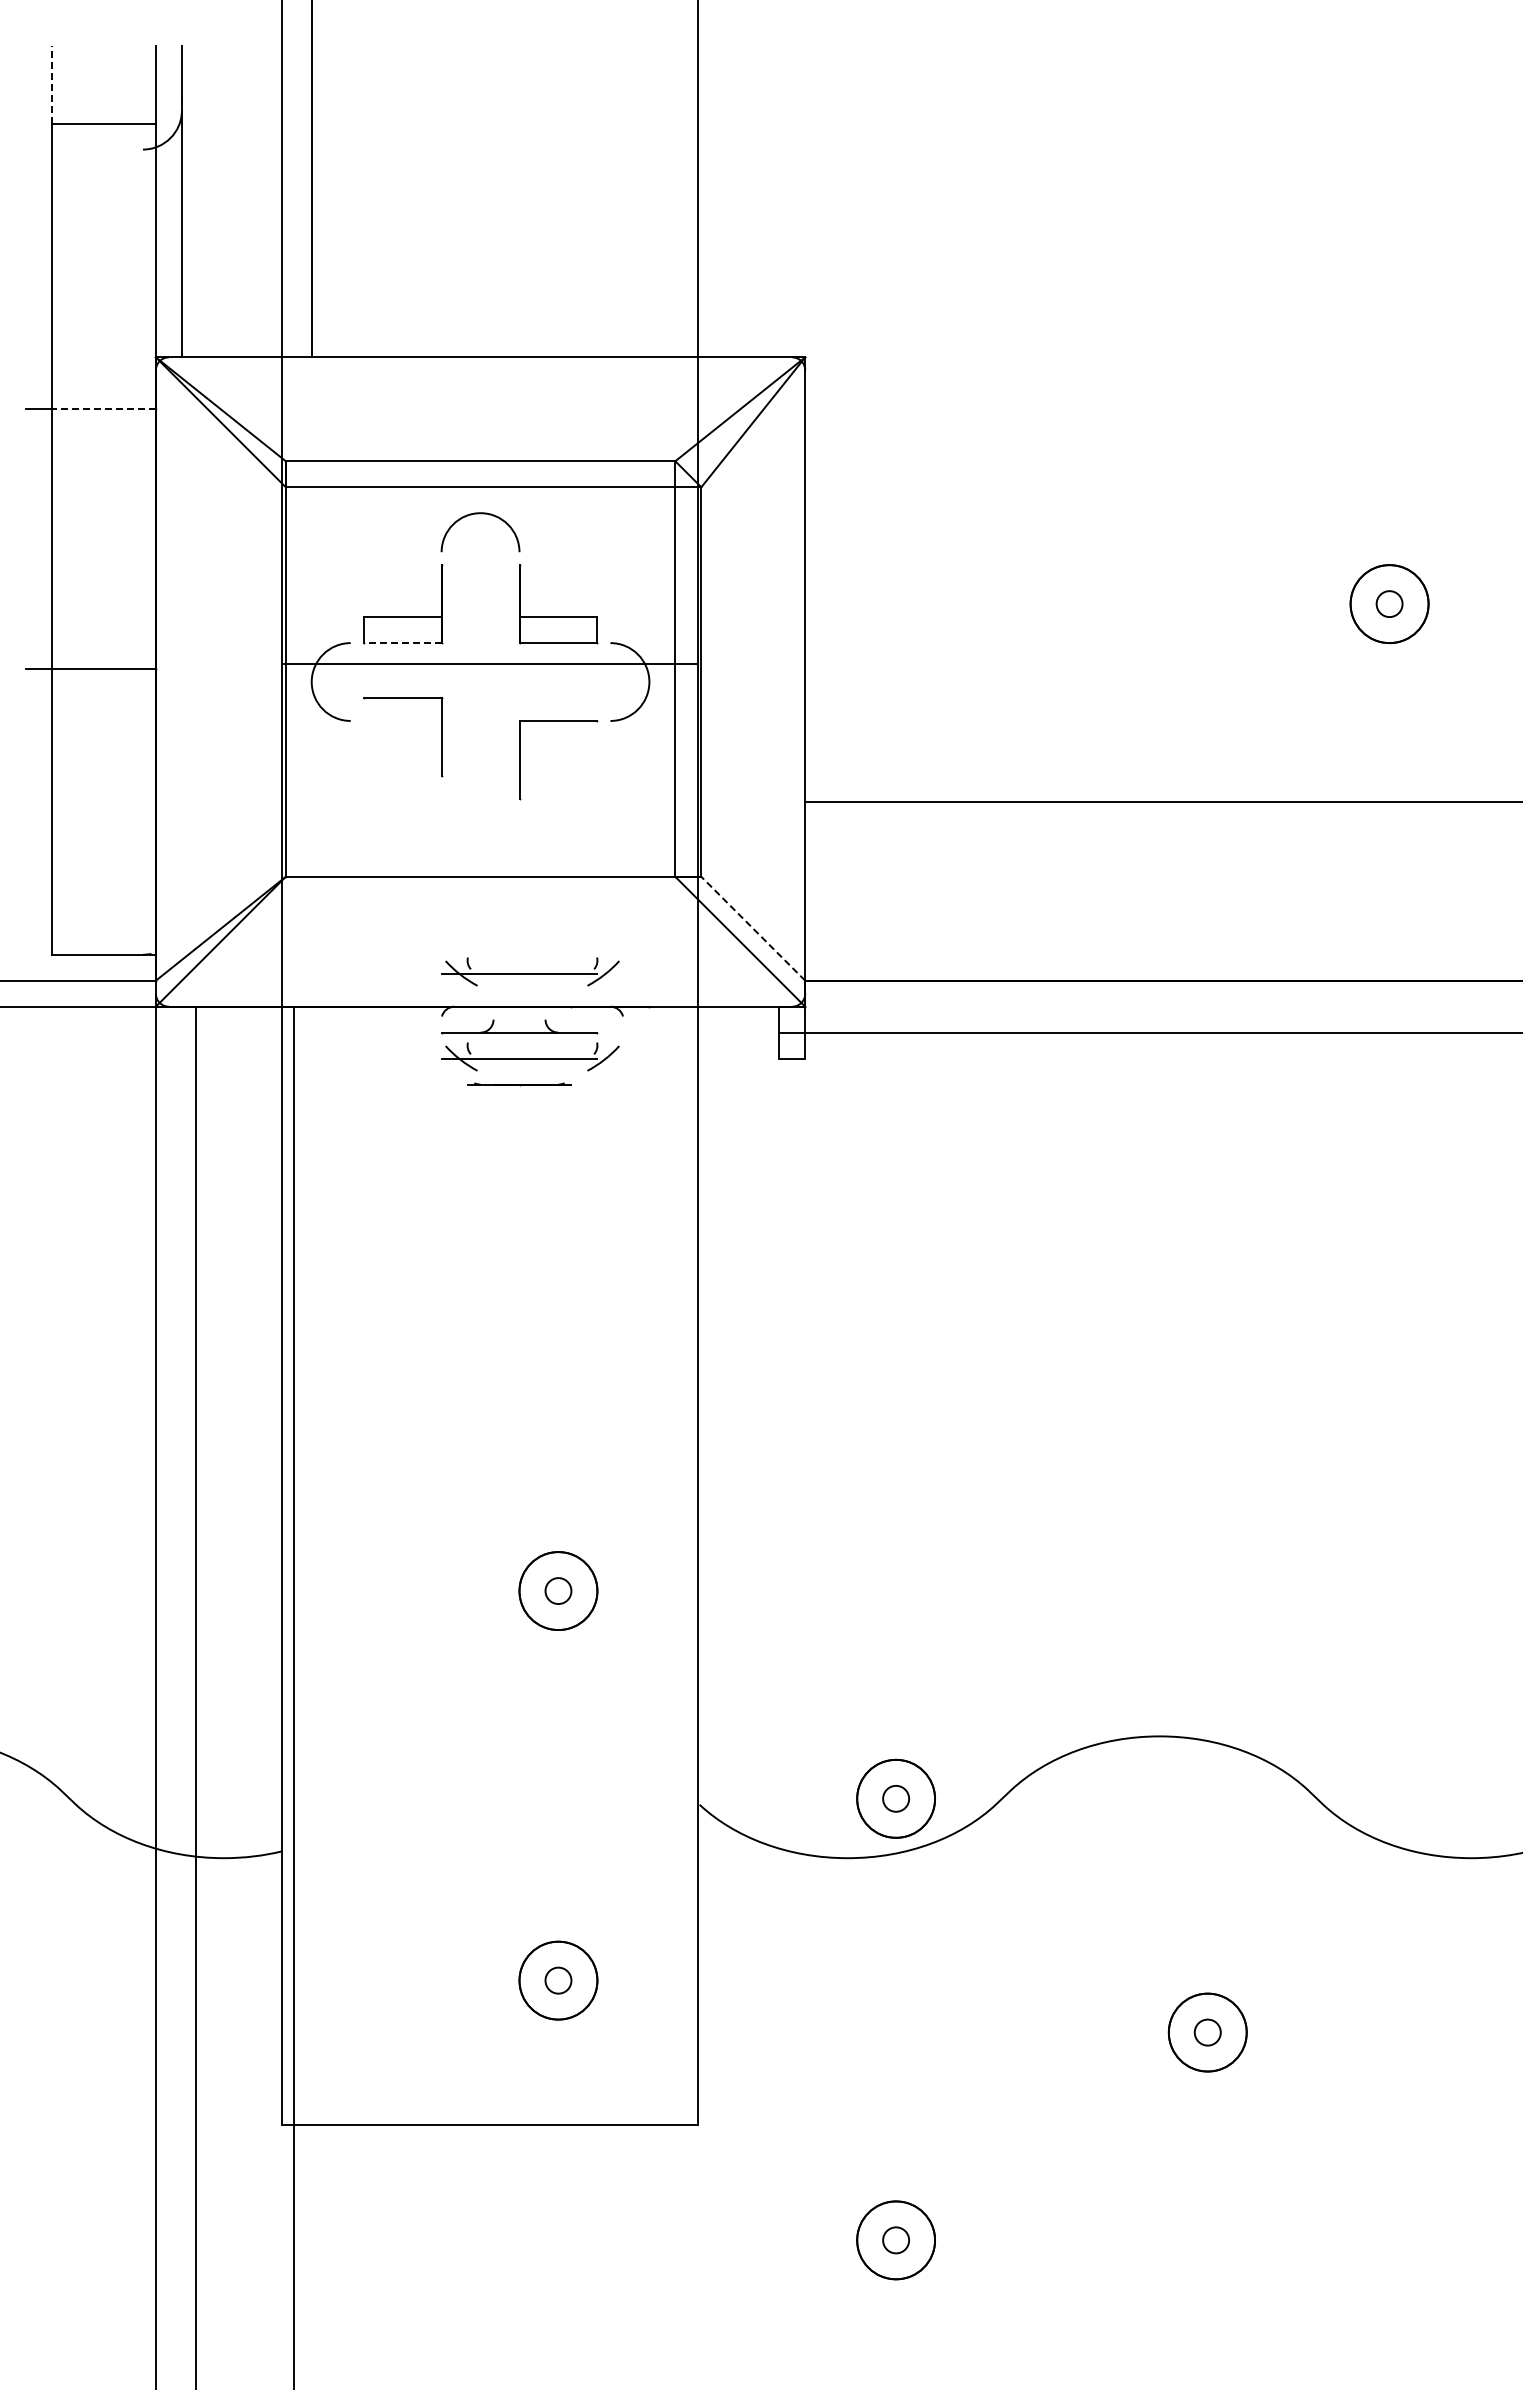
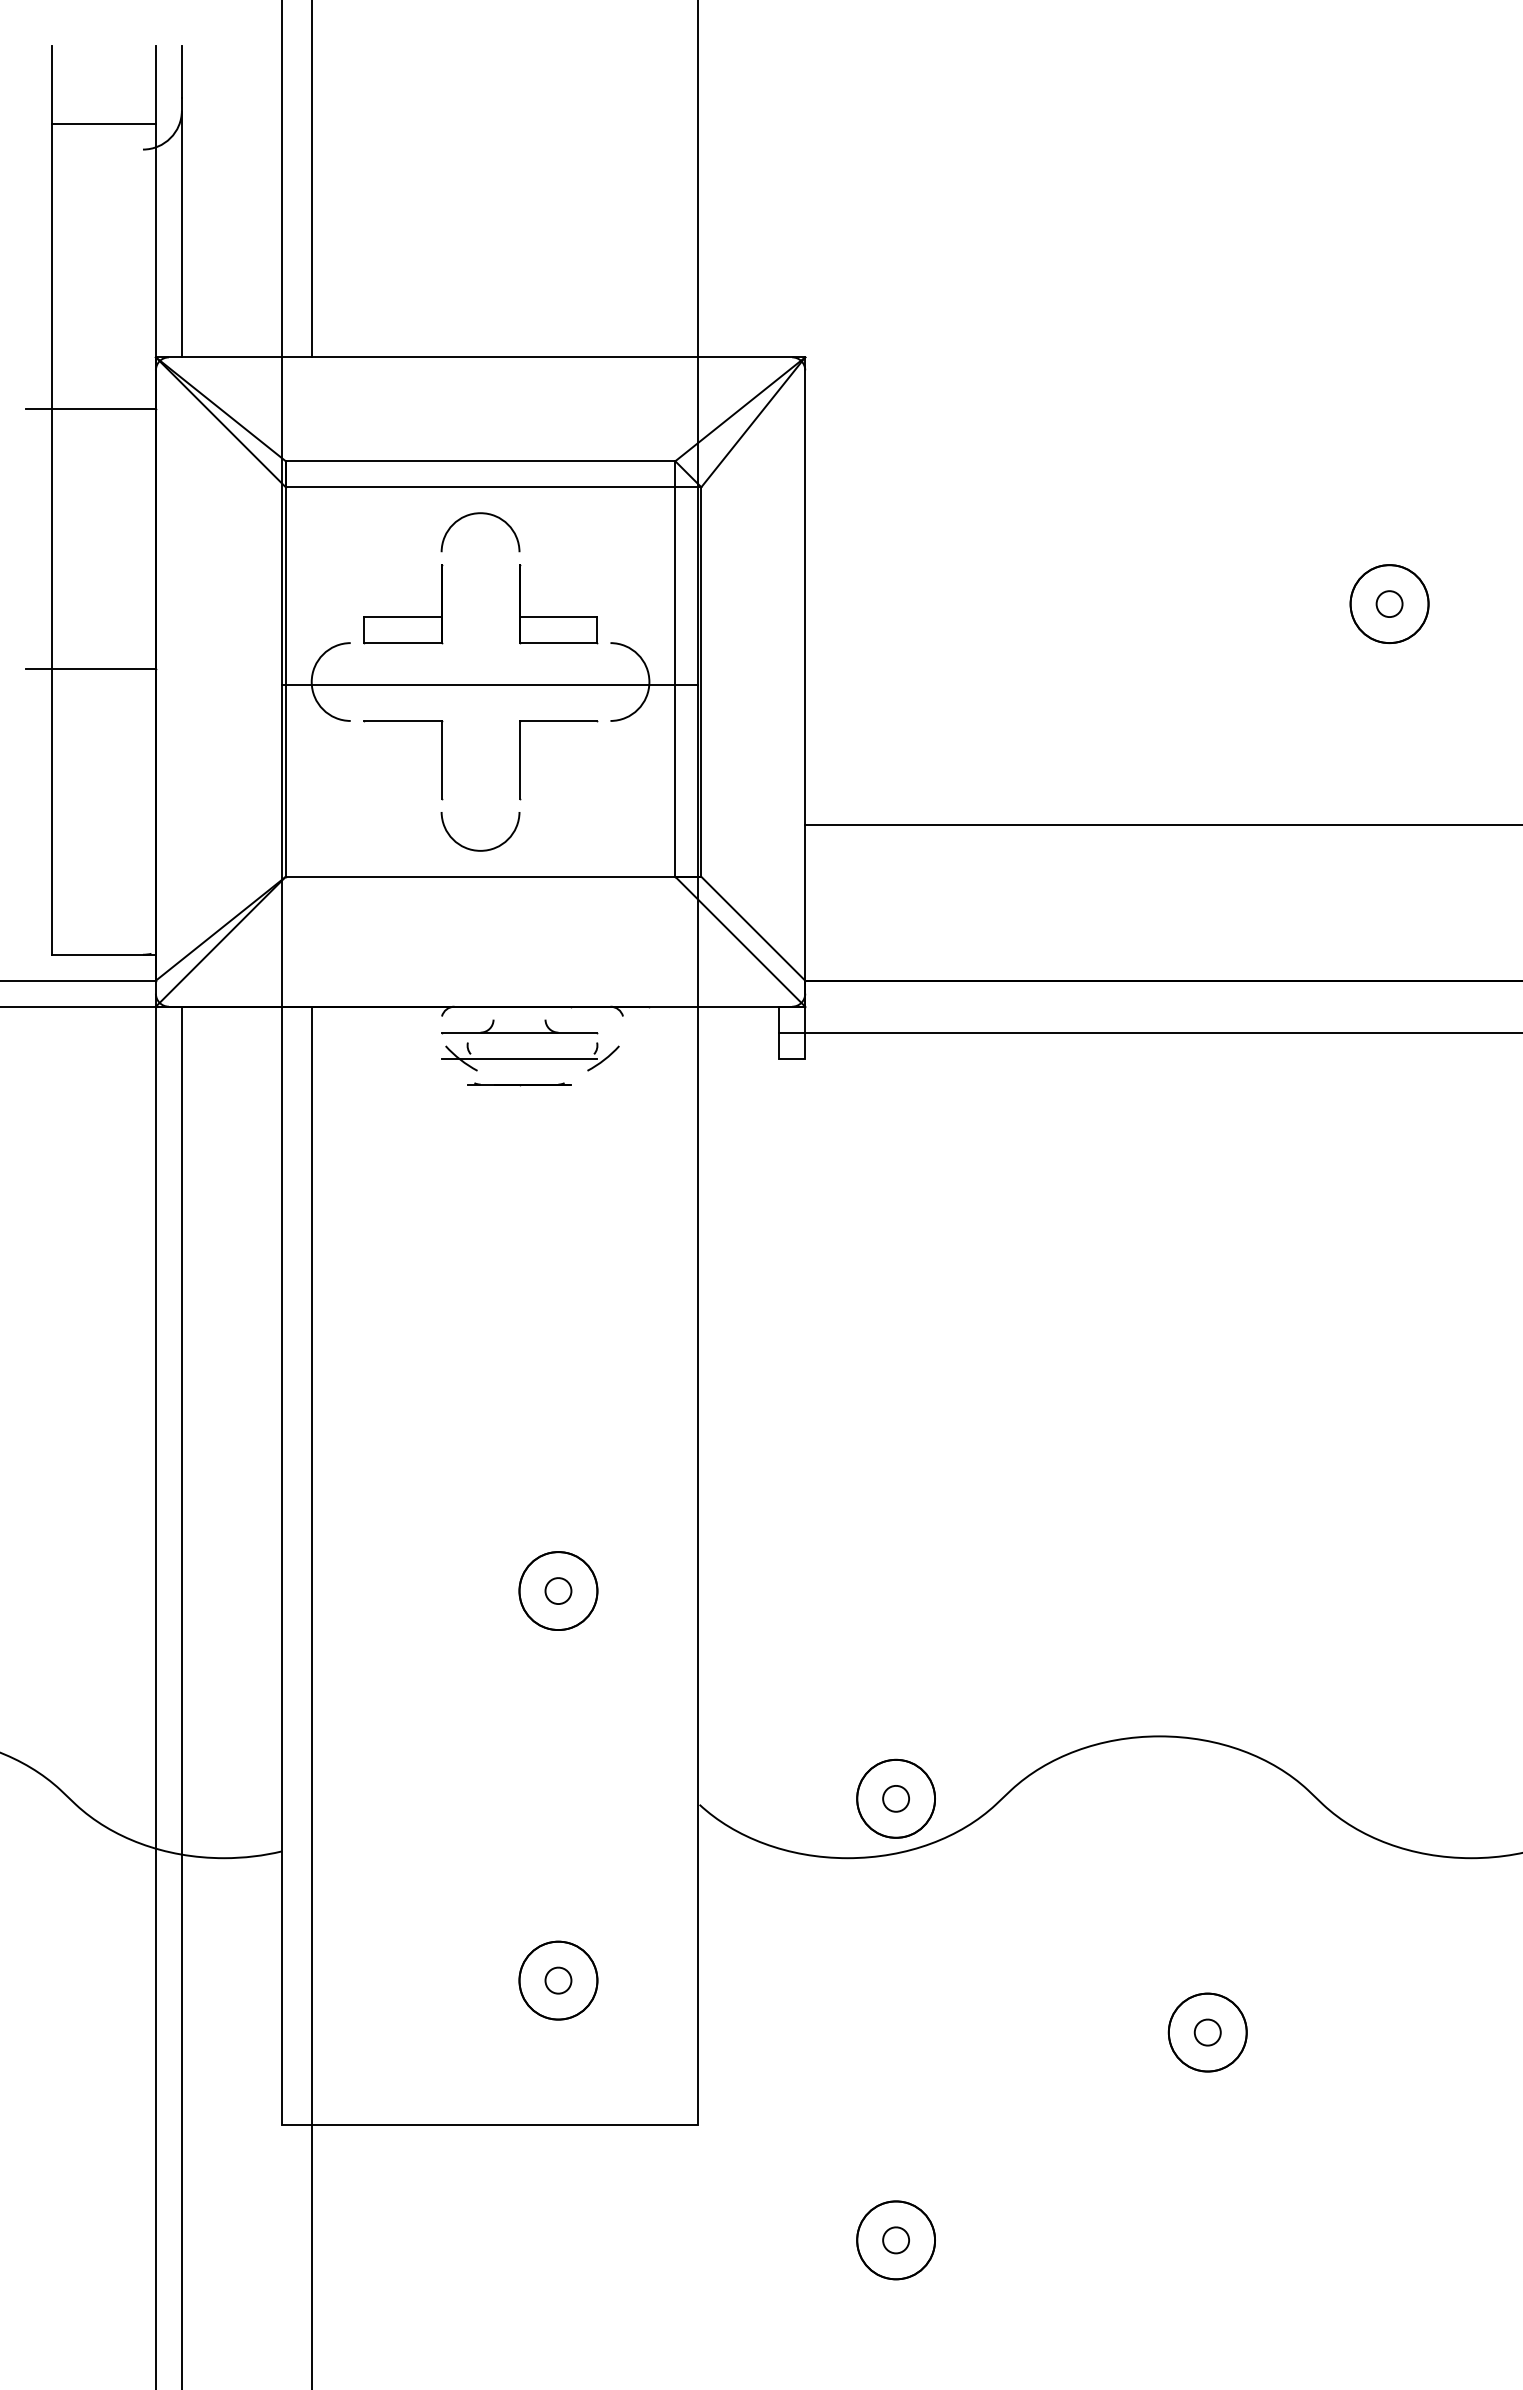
line at (52, 84): dashed -> solid
line at (103, 409): dashed -> solid
line at (402, 643): dashed -> solid
line at (489, 664) position: (489, 664) -> (489, 685)
part at (441, 737) position: (441, 737) -> (441, 760)
line at (1162, 801) position: (1162, 801) -> (1162, 824)
curve at (478, 849): none -> present
line at (752, 928): dashed -> solid
part at (530, 971): present -> none
line at (195, 1696) position: (195, 1696) -> (181, 1696)
line at (293, 1696) position: (293, 1696) -> (311, 1696)
